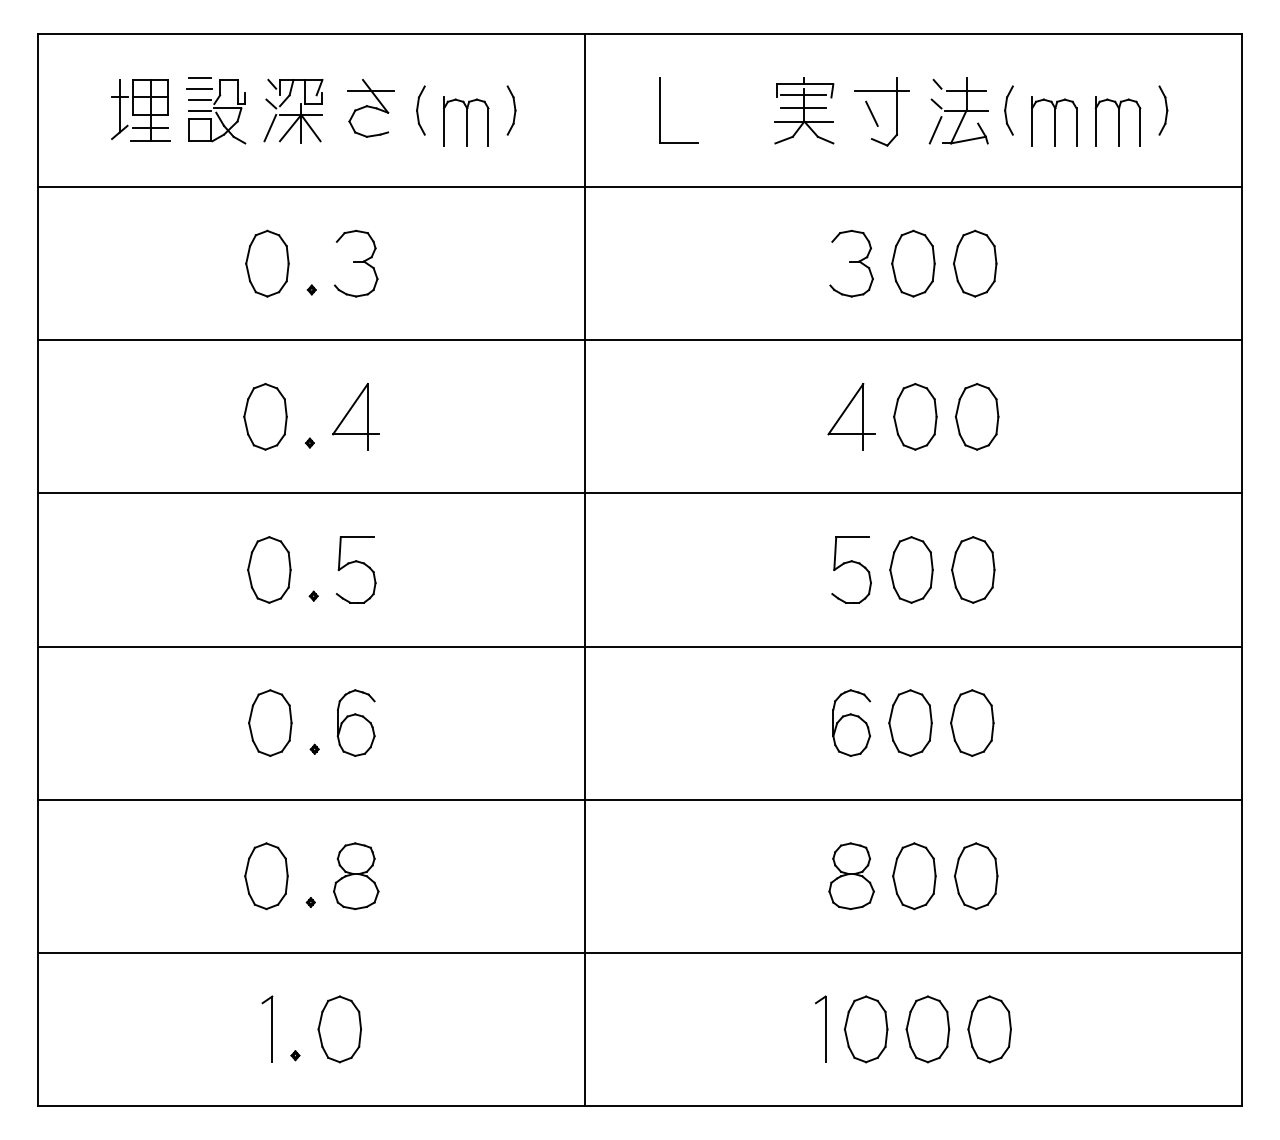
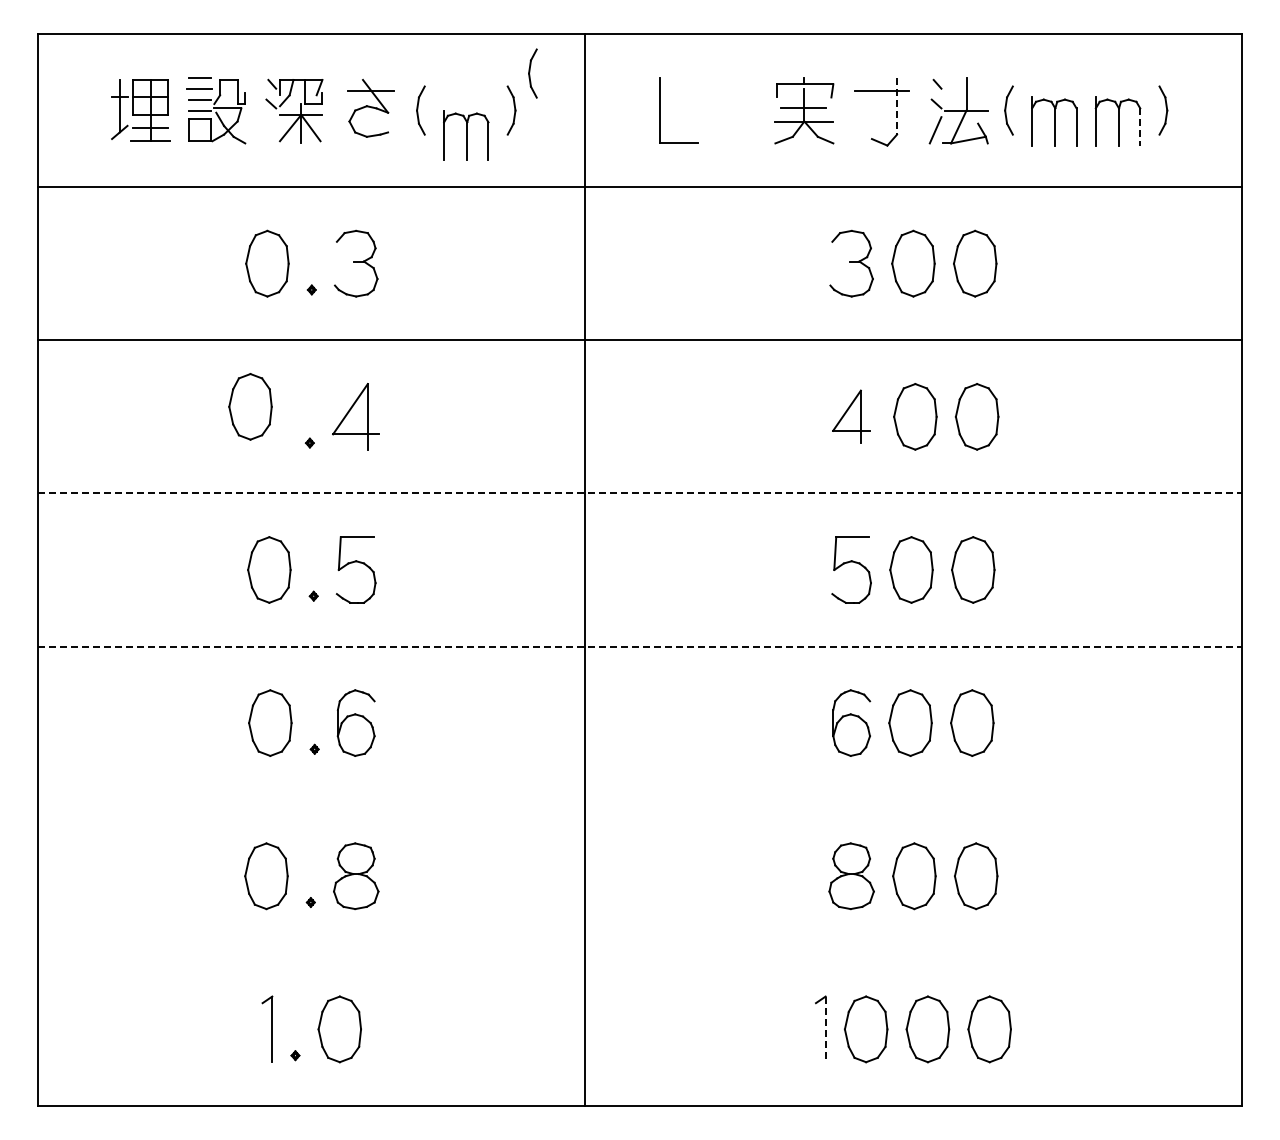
part at (532, 73): none -> present
line at (966, 90): present -> none
line at (803, 95): present -> none
line at (897, 106): solid -> dashed
line at (871, 113): present -> none
part at (466, 121) position: (466, 121) -> (466, 135)
line at (270, 127): present -> none
line at (1140, 127): solid -> dashed
part at (265, 416) position: (265, 416) -> (250, 406)
part at (851, 416) size: 49x68 px -> 39x55 px
line at (639, 493): solid -> dashed
line at (639, 646): solid -> dashed
line at (639, 799): present -> none
line at (639, 952): present -> none
line at (825, 1029): solid -> dashed
